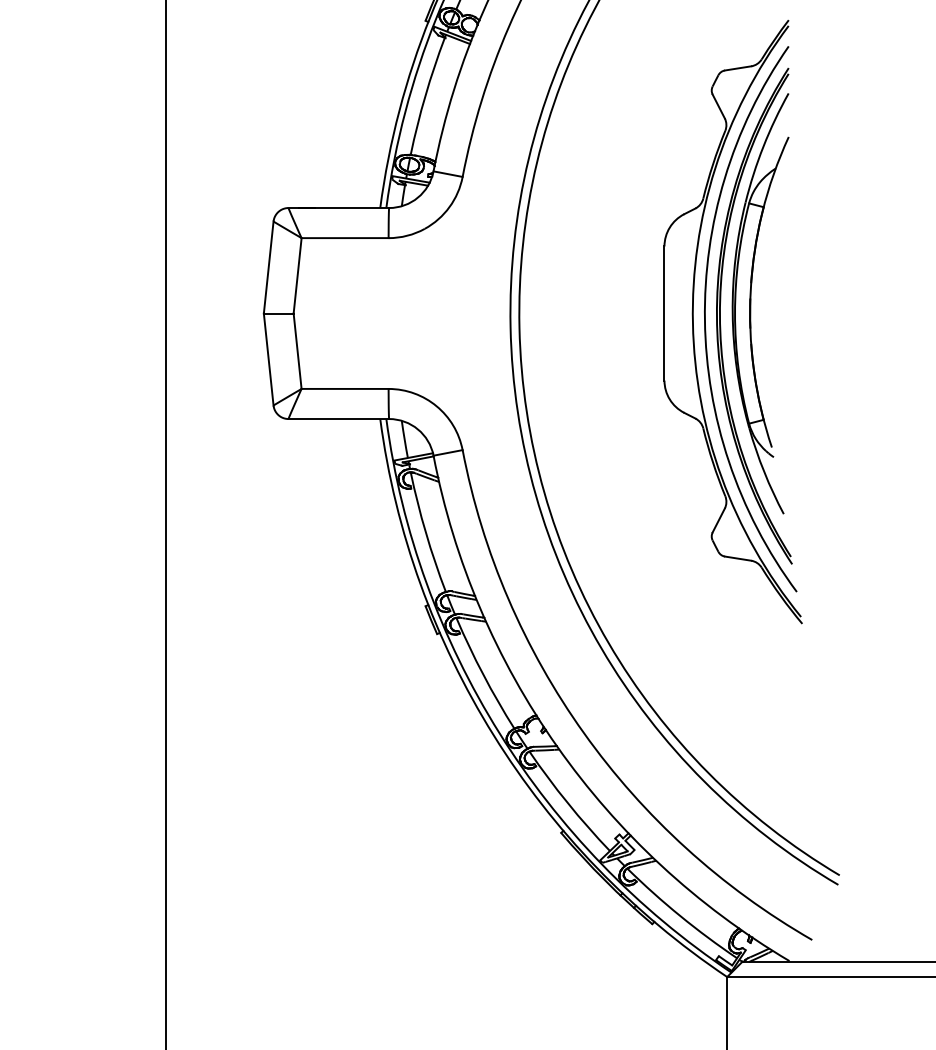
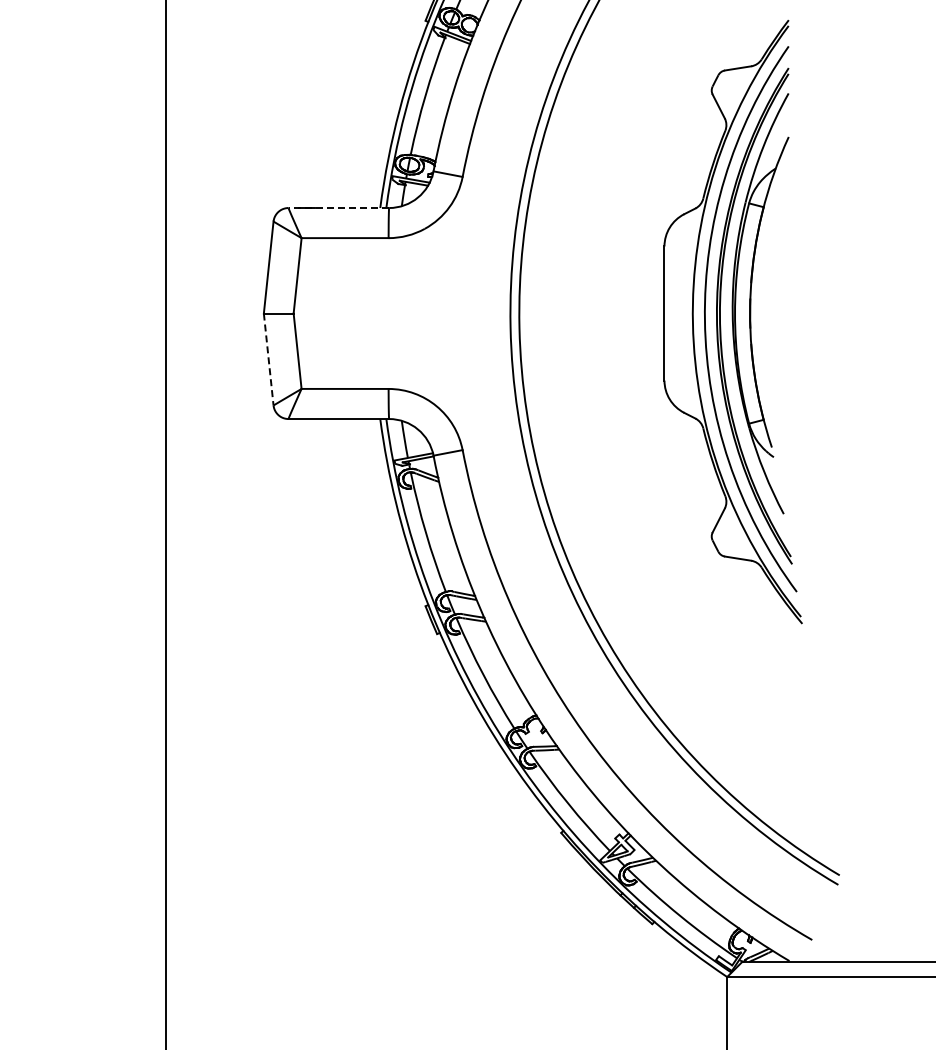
line at (338, 208): solid -> dashed
line at (268, 360): solid -> dashed
